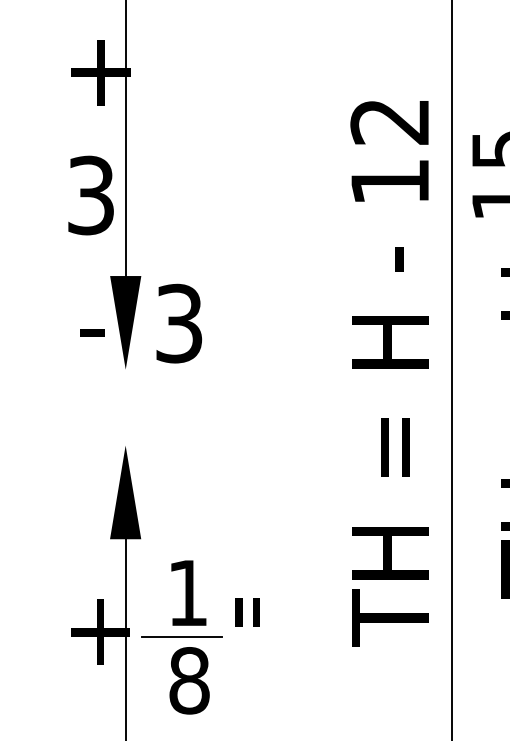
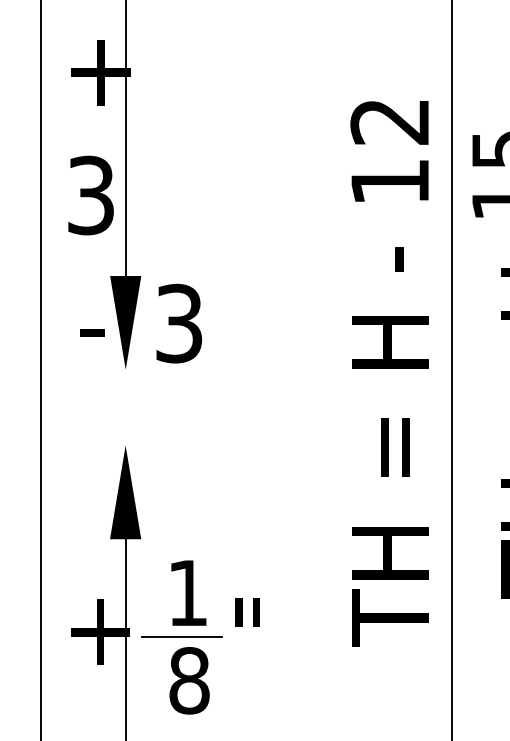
line at (41, 369): none -> present
